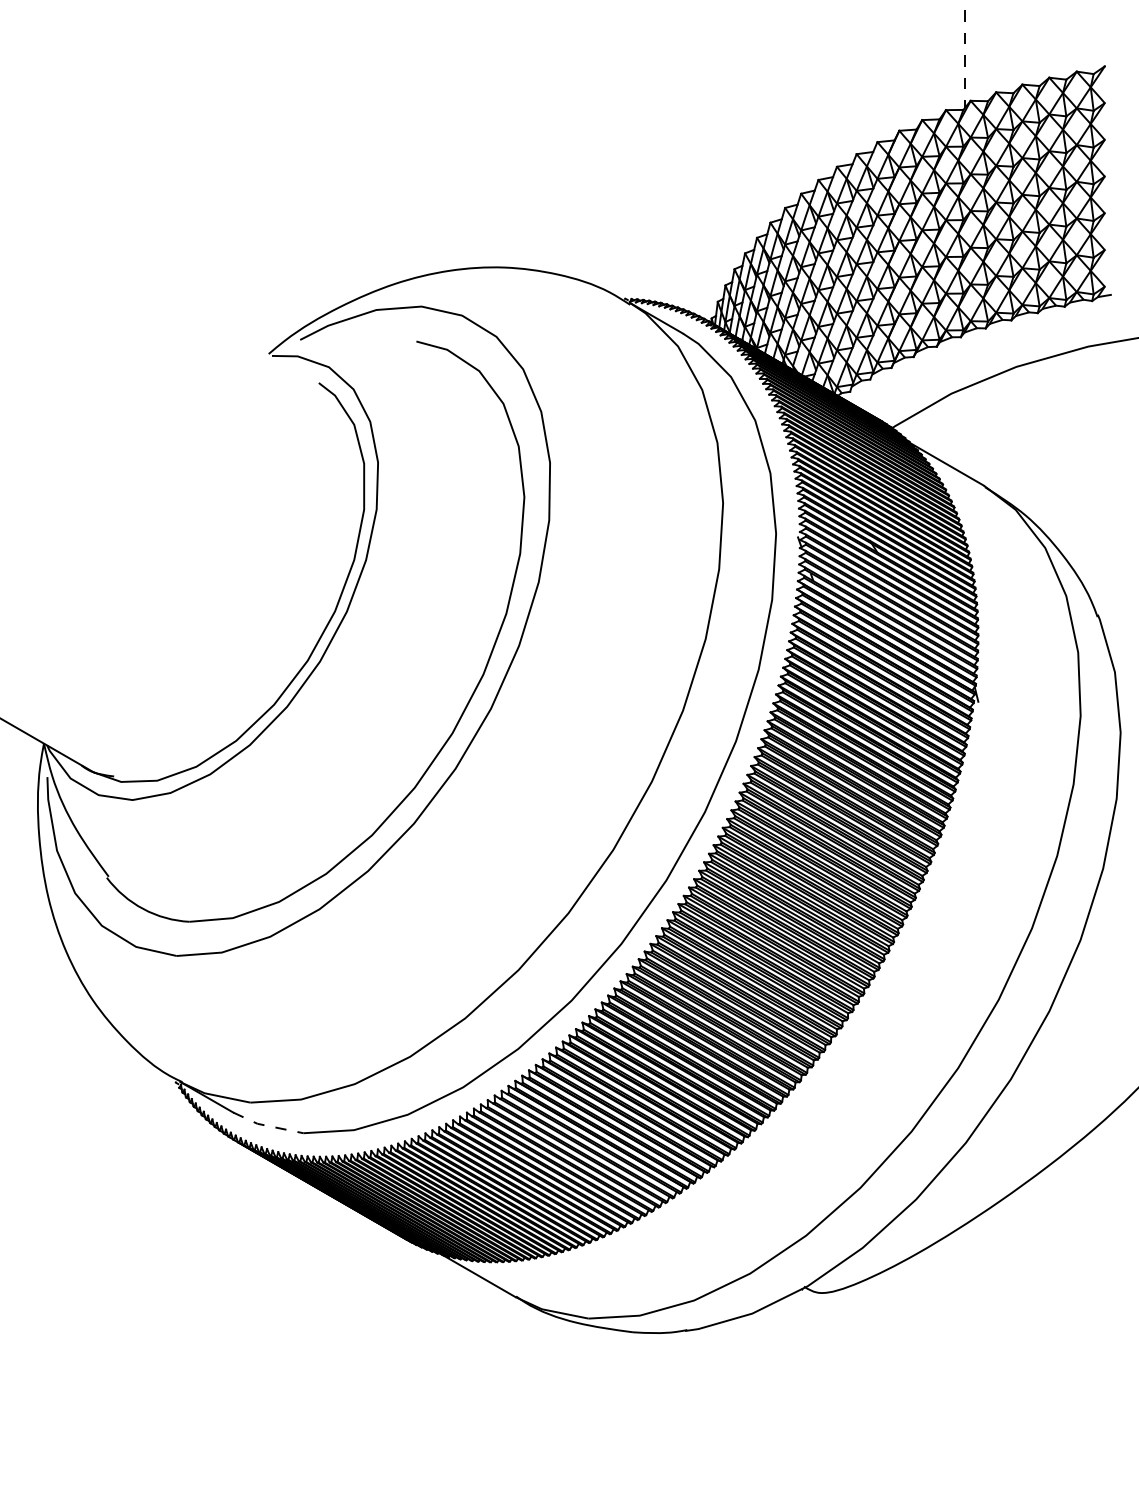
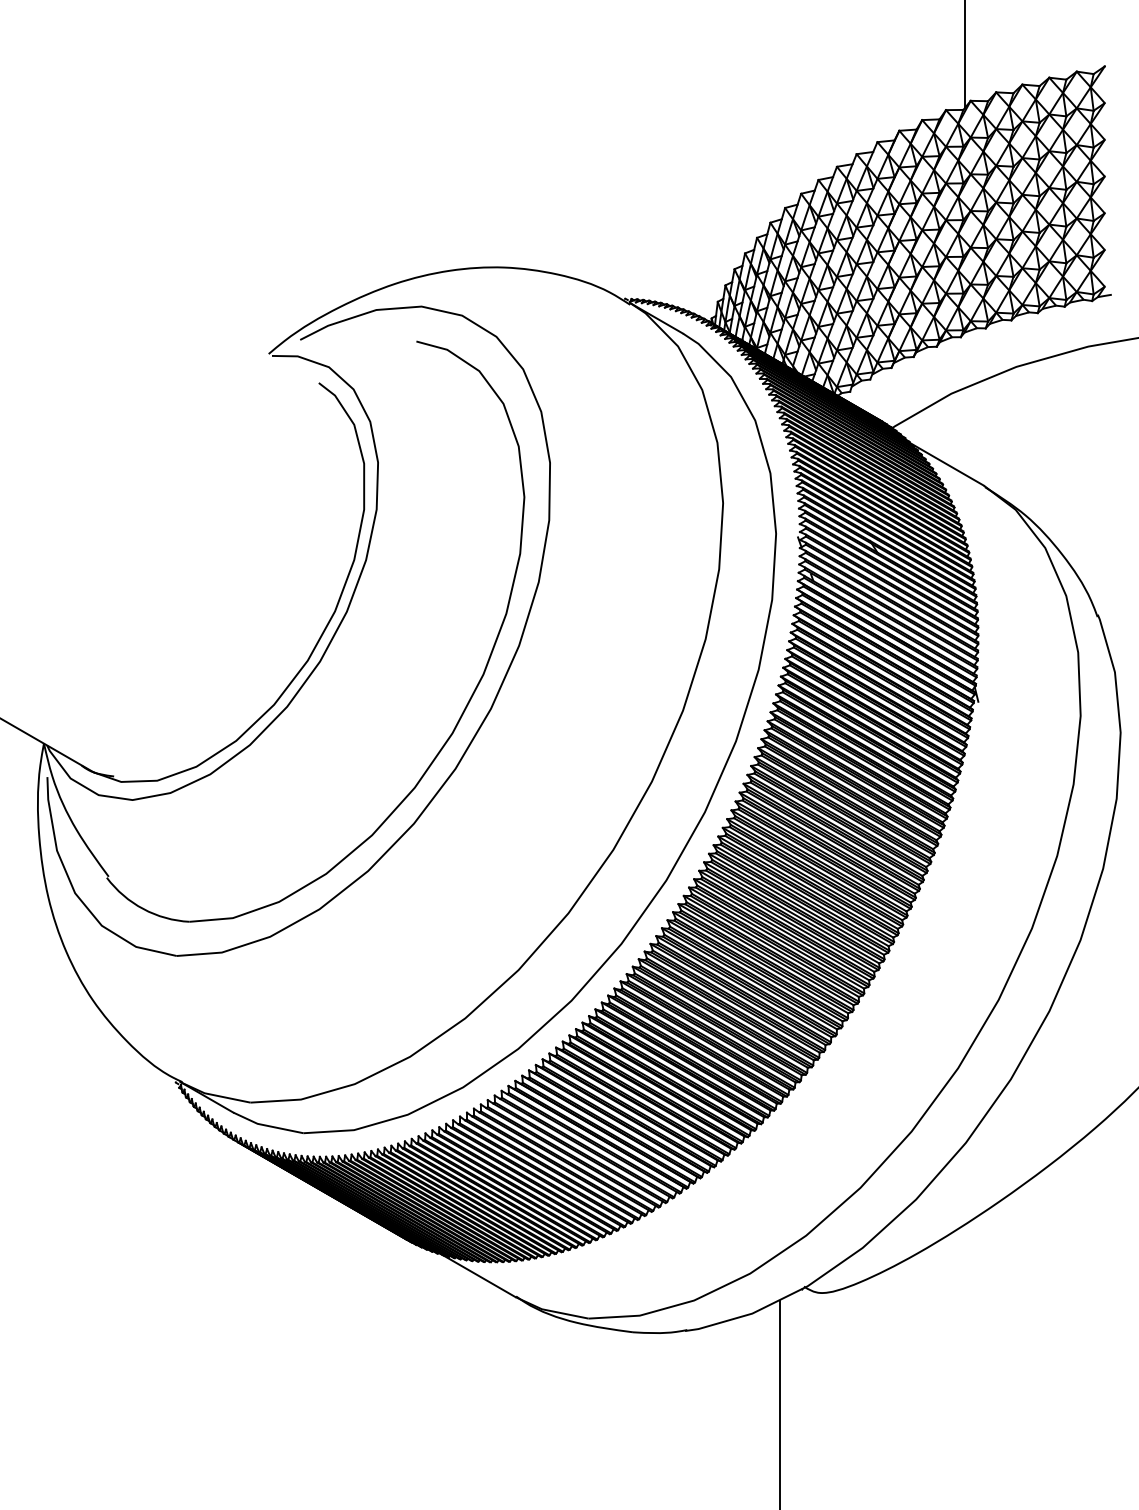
line at (964, 54): dashed -> solid
line at (267, 1125): dashed -> solid
line at (780, 1403): none -> present
